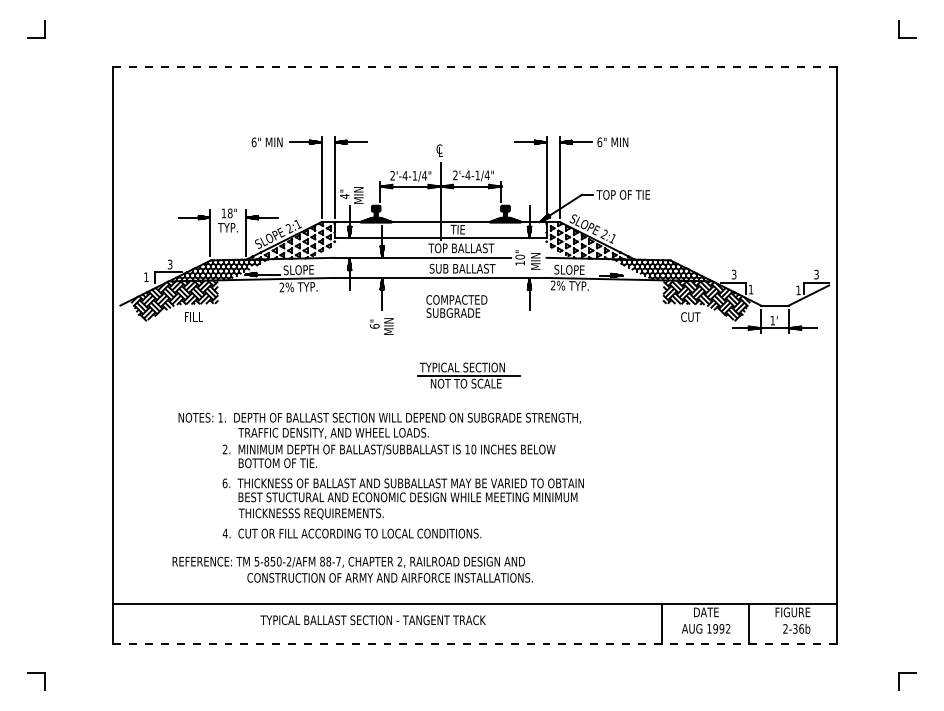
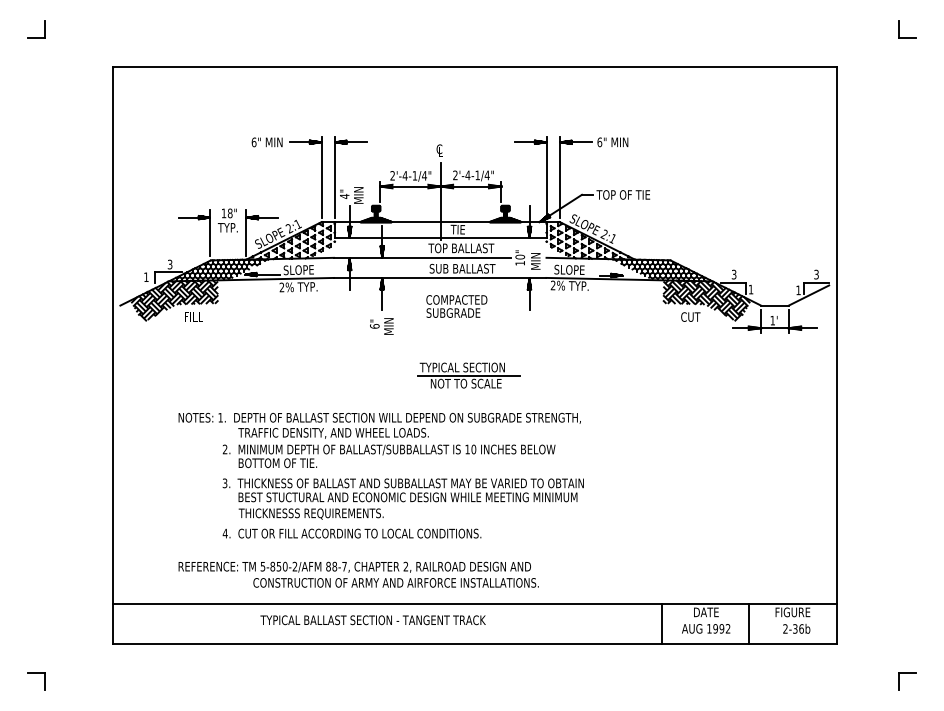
line at (474, 67): dashed -> solid
text at (224, 483): 6. -> 3.
text at (352, 569) position: (352, 569) -> (358, 574)
line at (474, 643): dashed -> solid
